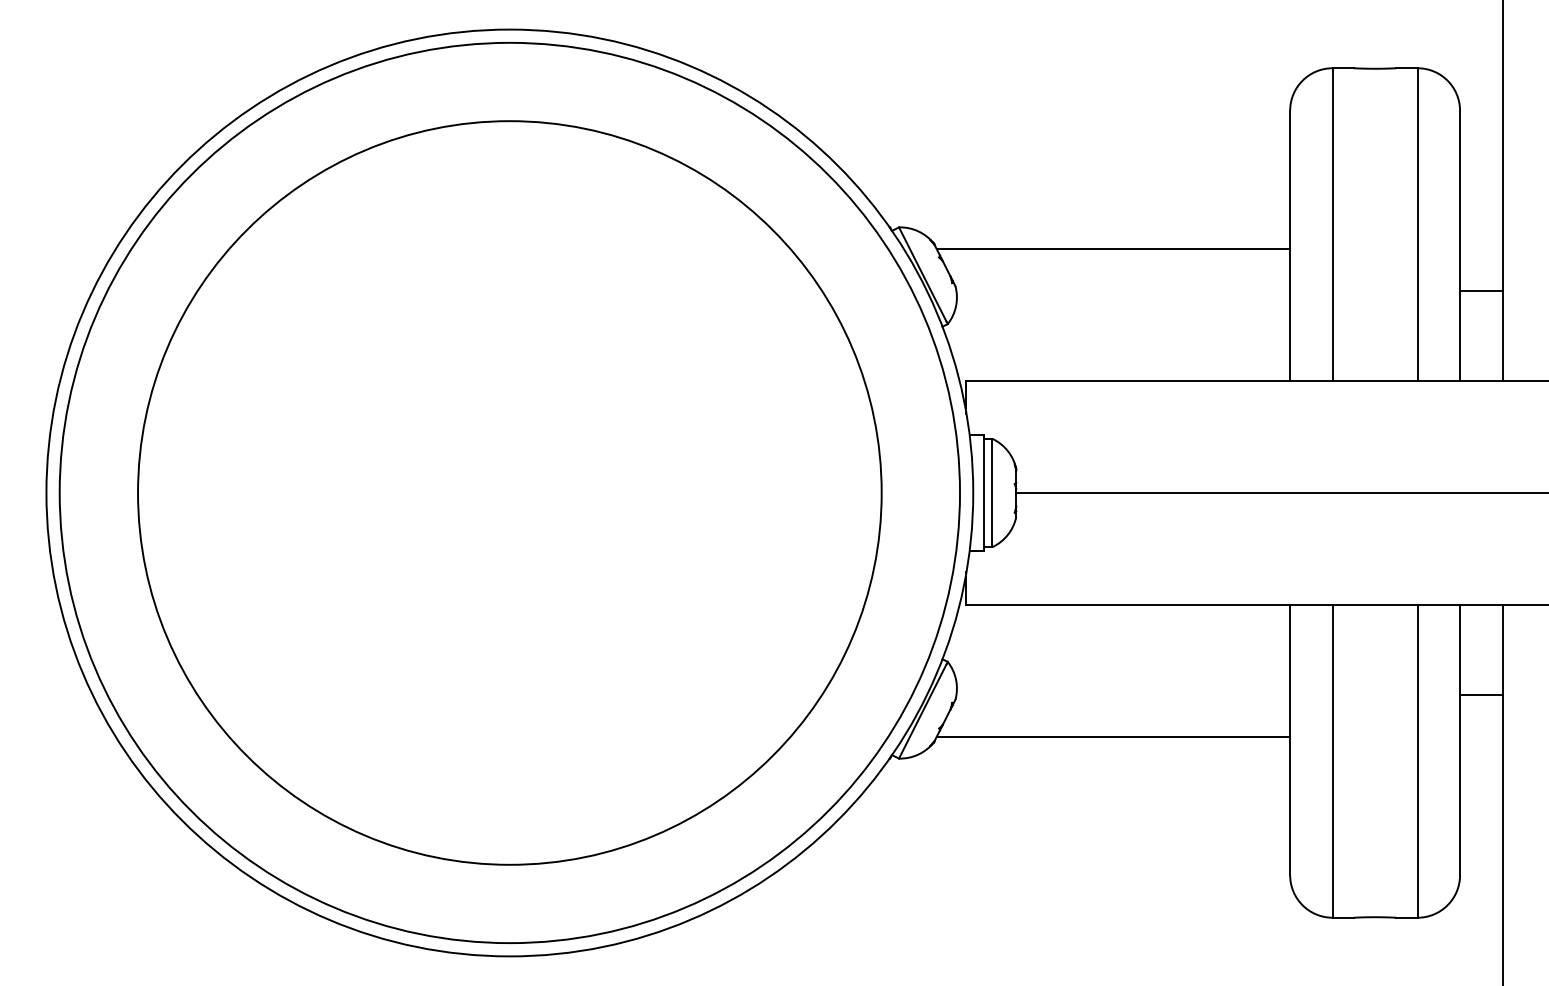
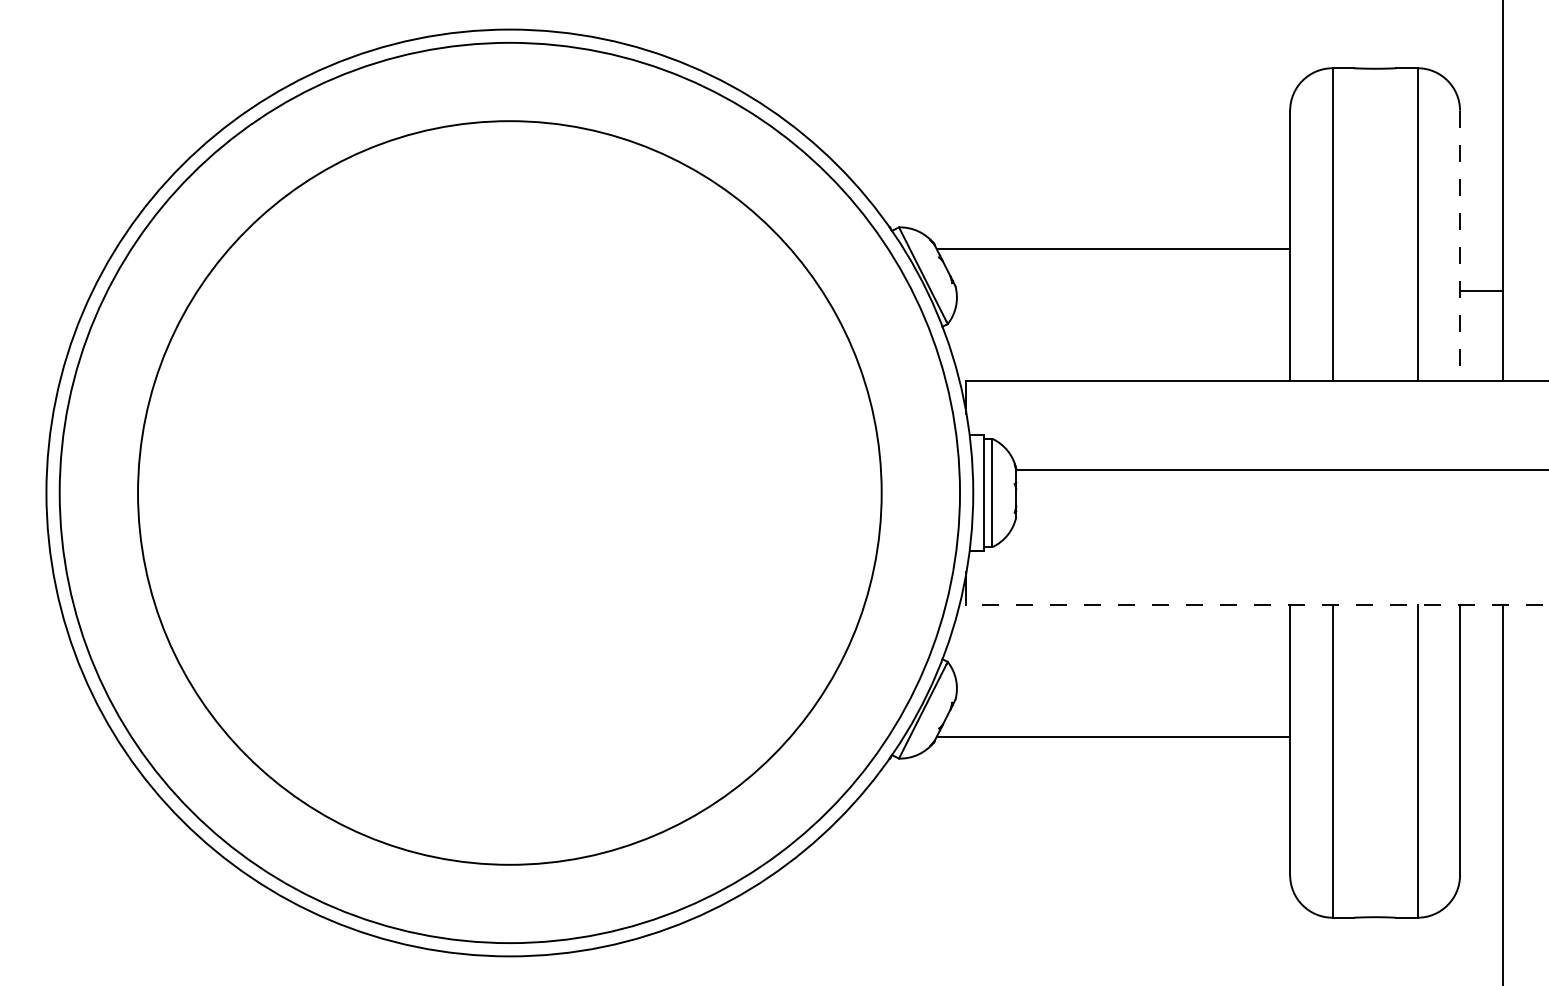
line at (1460, 246): solid -> dashed
line at (1280, 493) position: (1280, 493) -> (1280, 470)
line at (1257, 604): solid -> dashed
line at (1481, 694): present -> none
